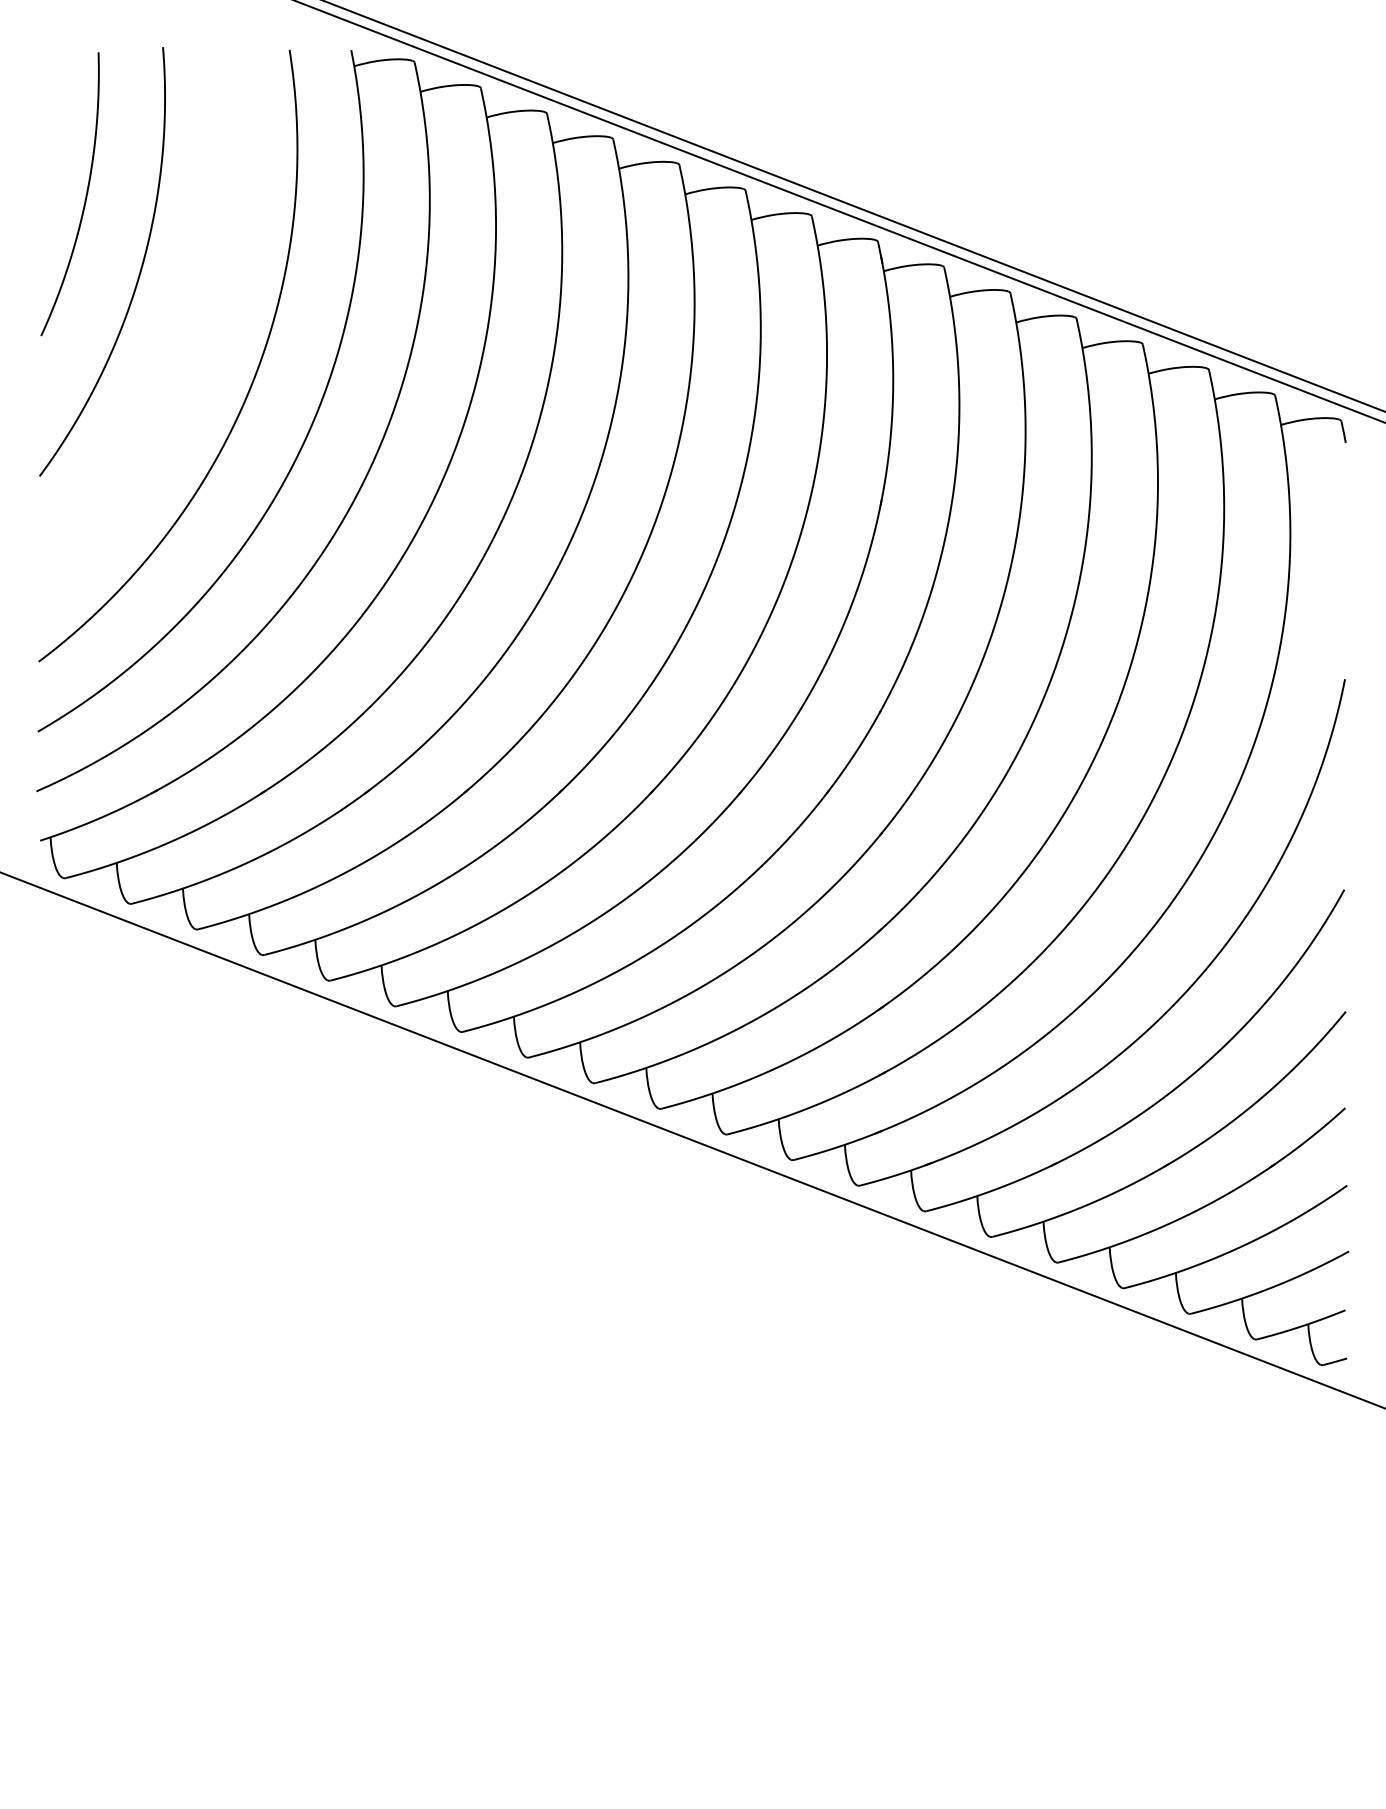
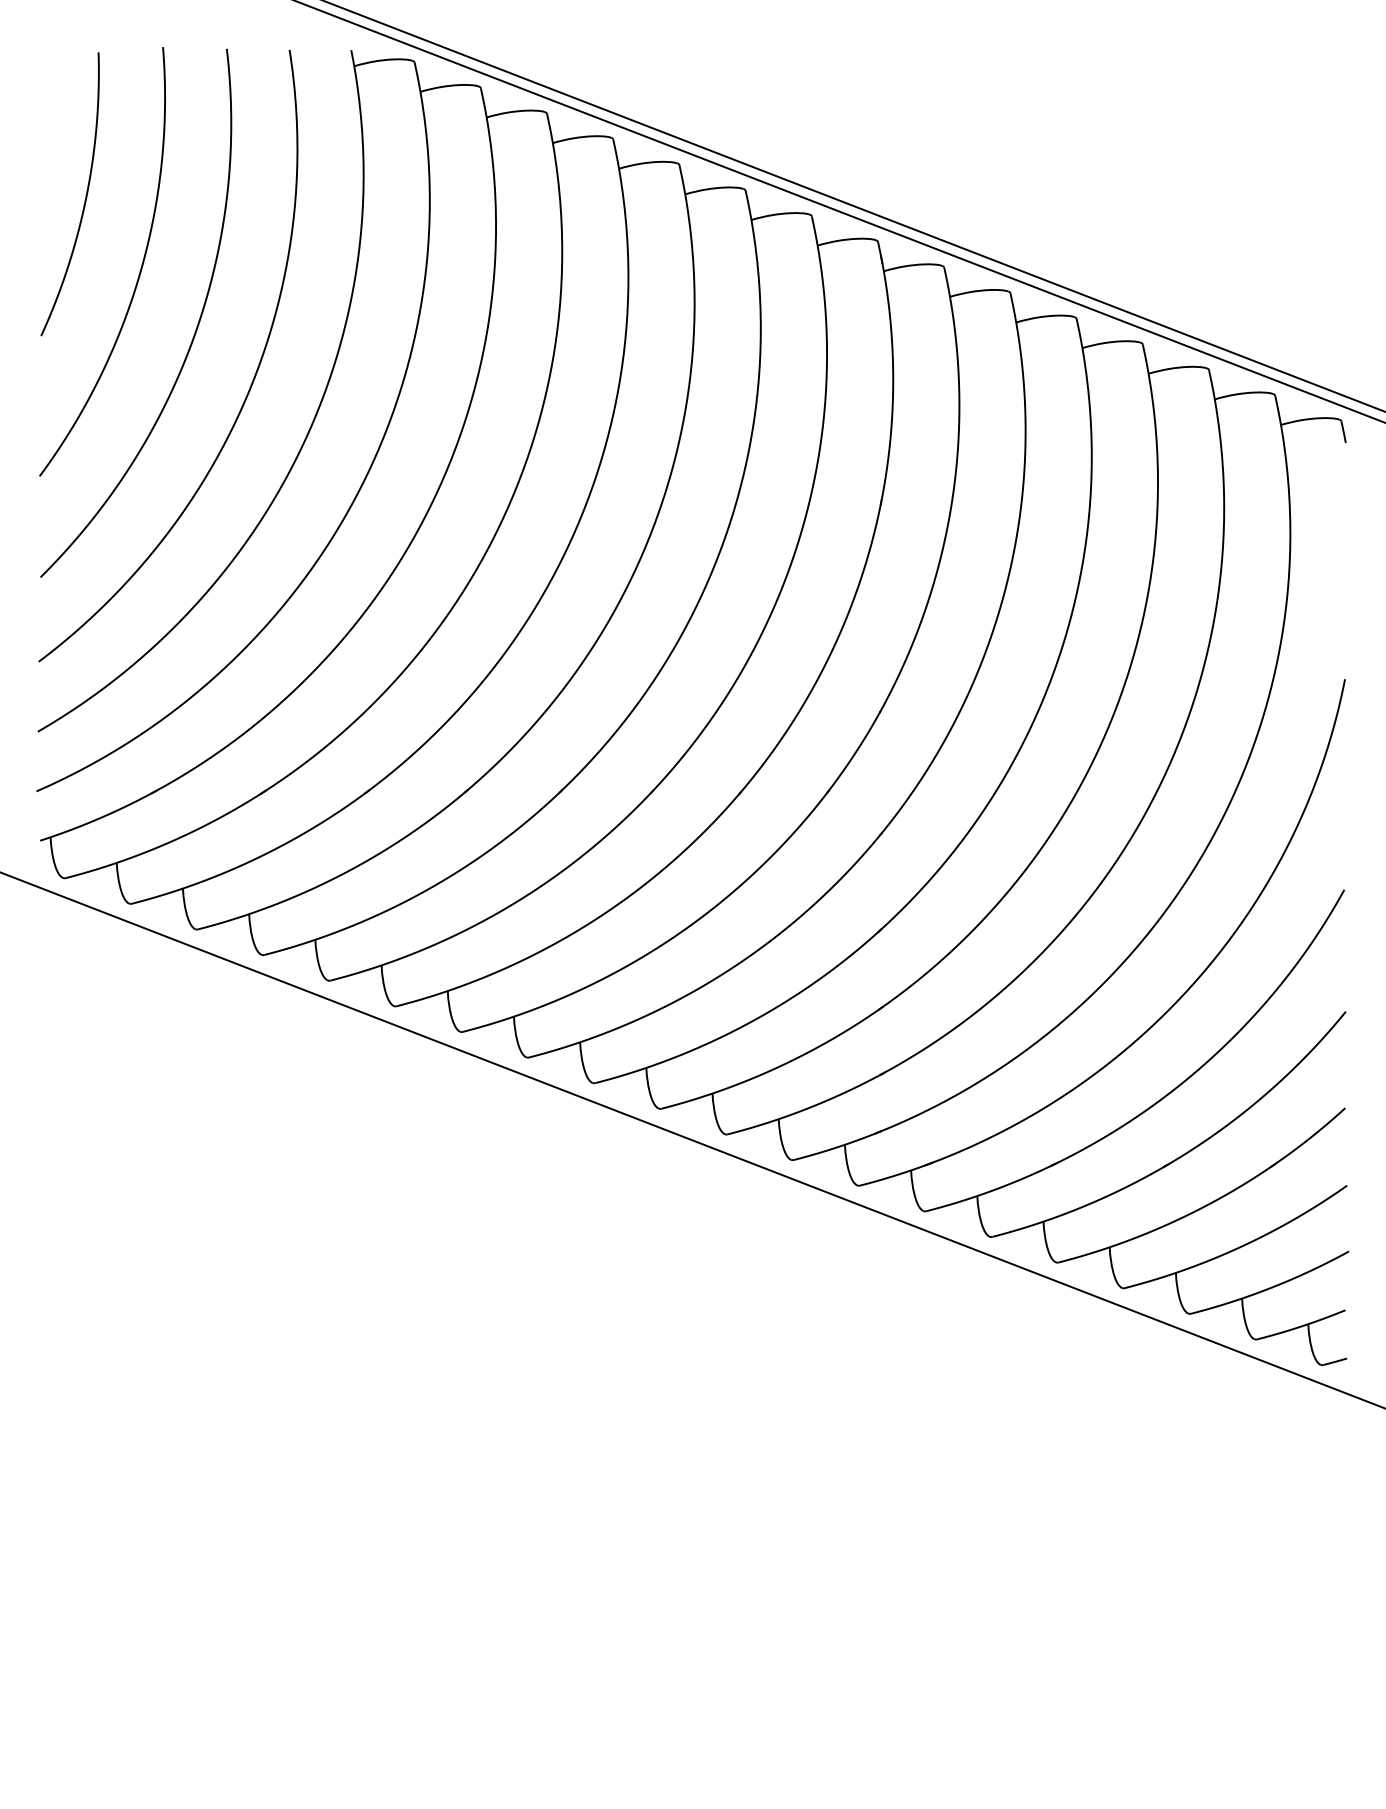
curve at (192, 337): none -> present
